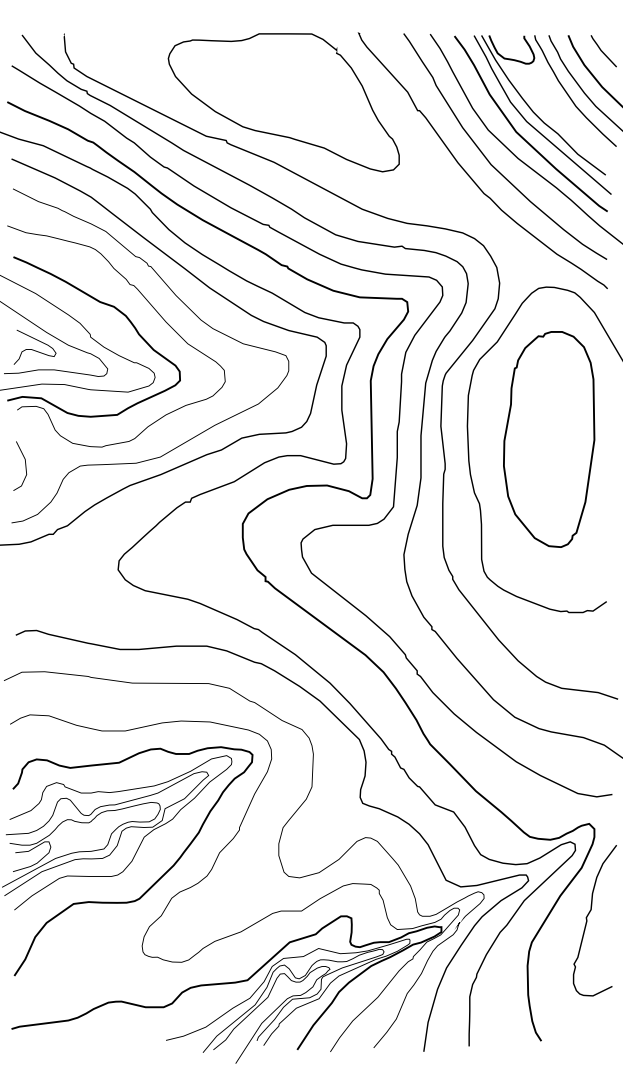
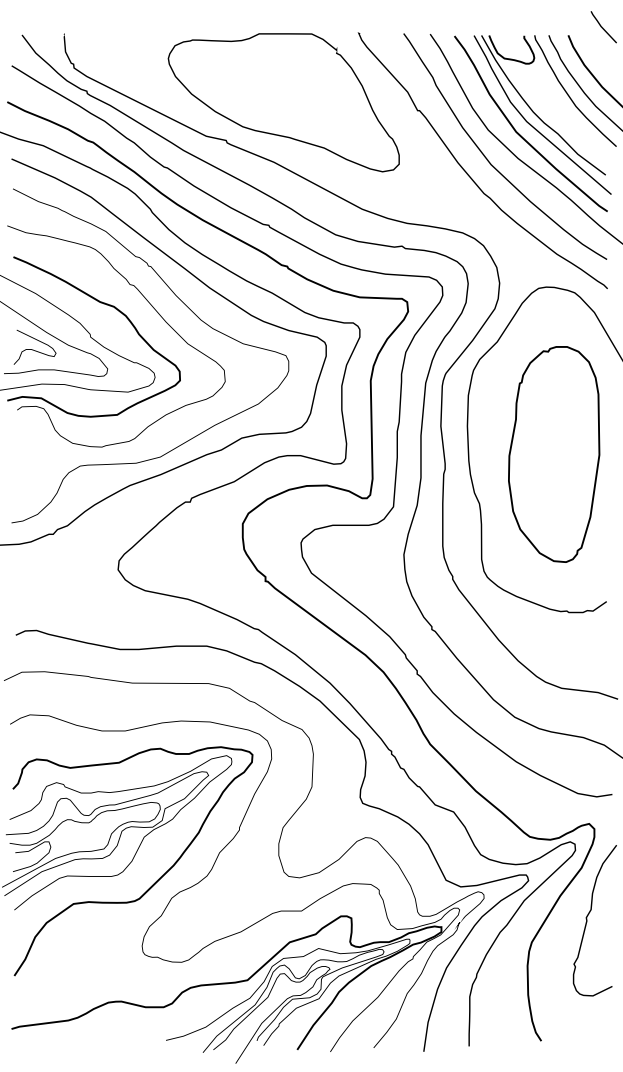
line at (603, 51) position: (603, 51) -> (603, 27)
part at (549, 439) position: (549, 439) -> (554, 454)
line at (25, 465): present -> none
